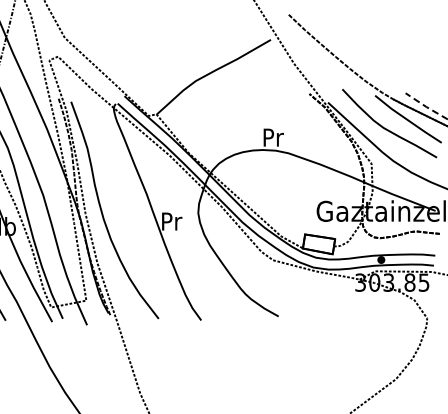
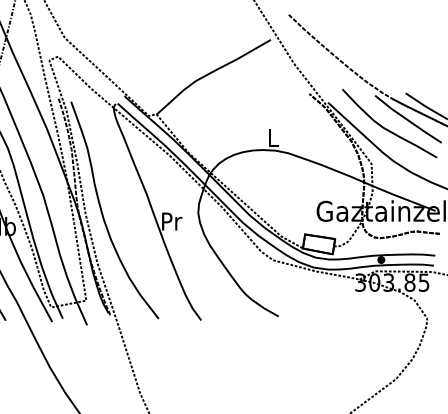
line at (426, 107): dashed -> solid
text at (273, 137): Pr -> L
